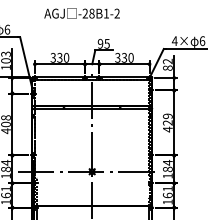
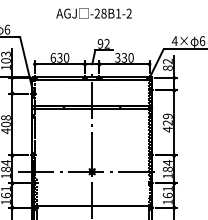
text at (81, 13) position: (81, 13) -> (93, 13)
text at (106, 43): 95 -> 92
text at (53, 57): 330 -> 630
